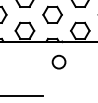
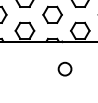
circle at (58, 61) position: (58, 61) -> (64, 68)
line at (22, 95): present -> none
